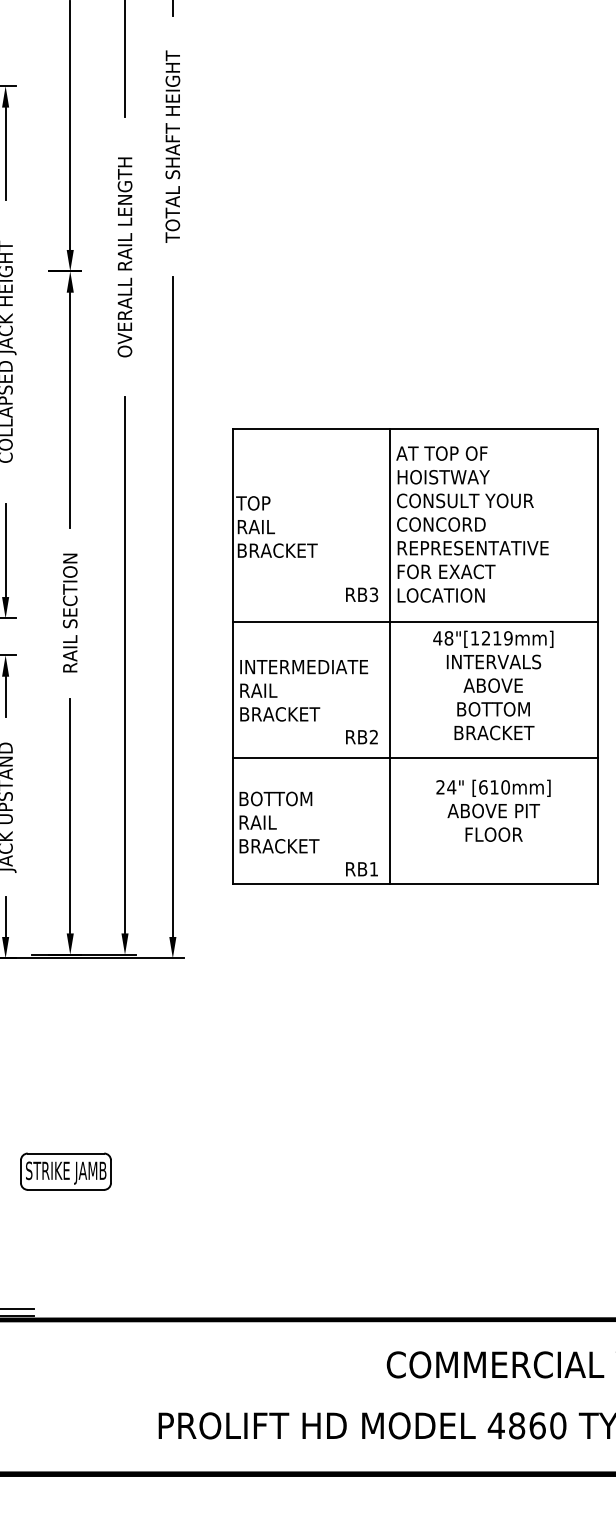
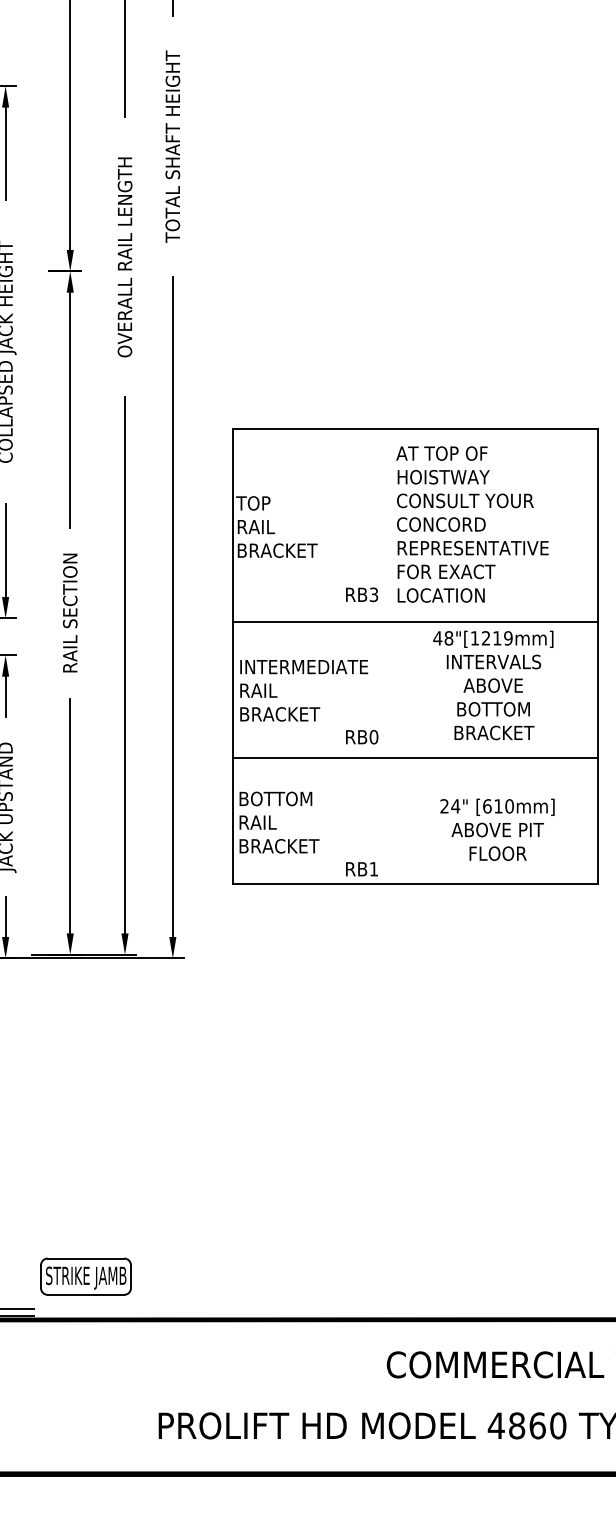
line at (389, 655): present -> none
text at (373, 737): RB2 -> RB0
text at (493, 810) position: (493, 810) -> (497, 829)
part at (65, 1171) position: (65, 1171) -> (85, 1276)
